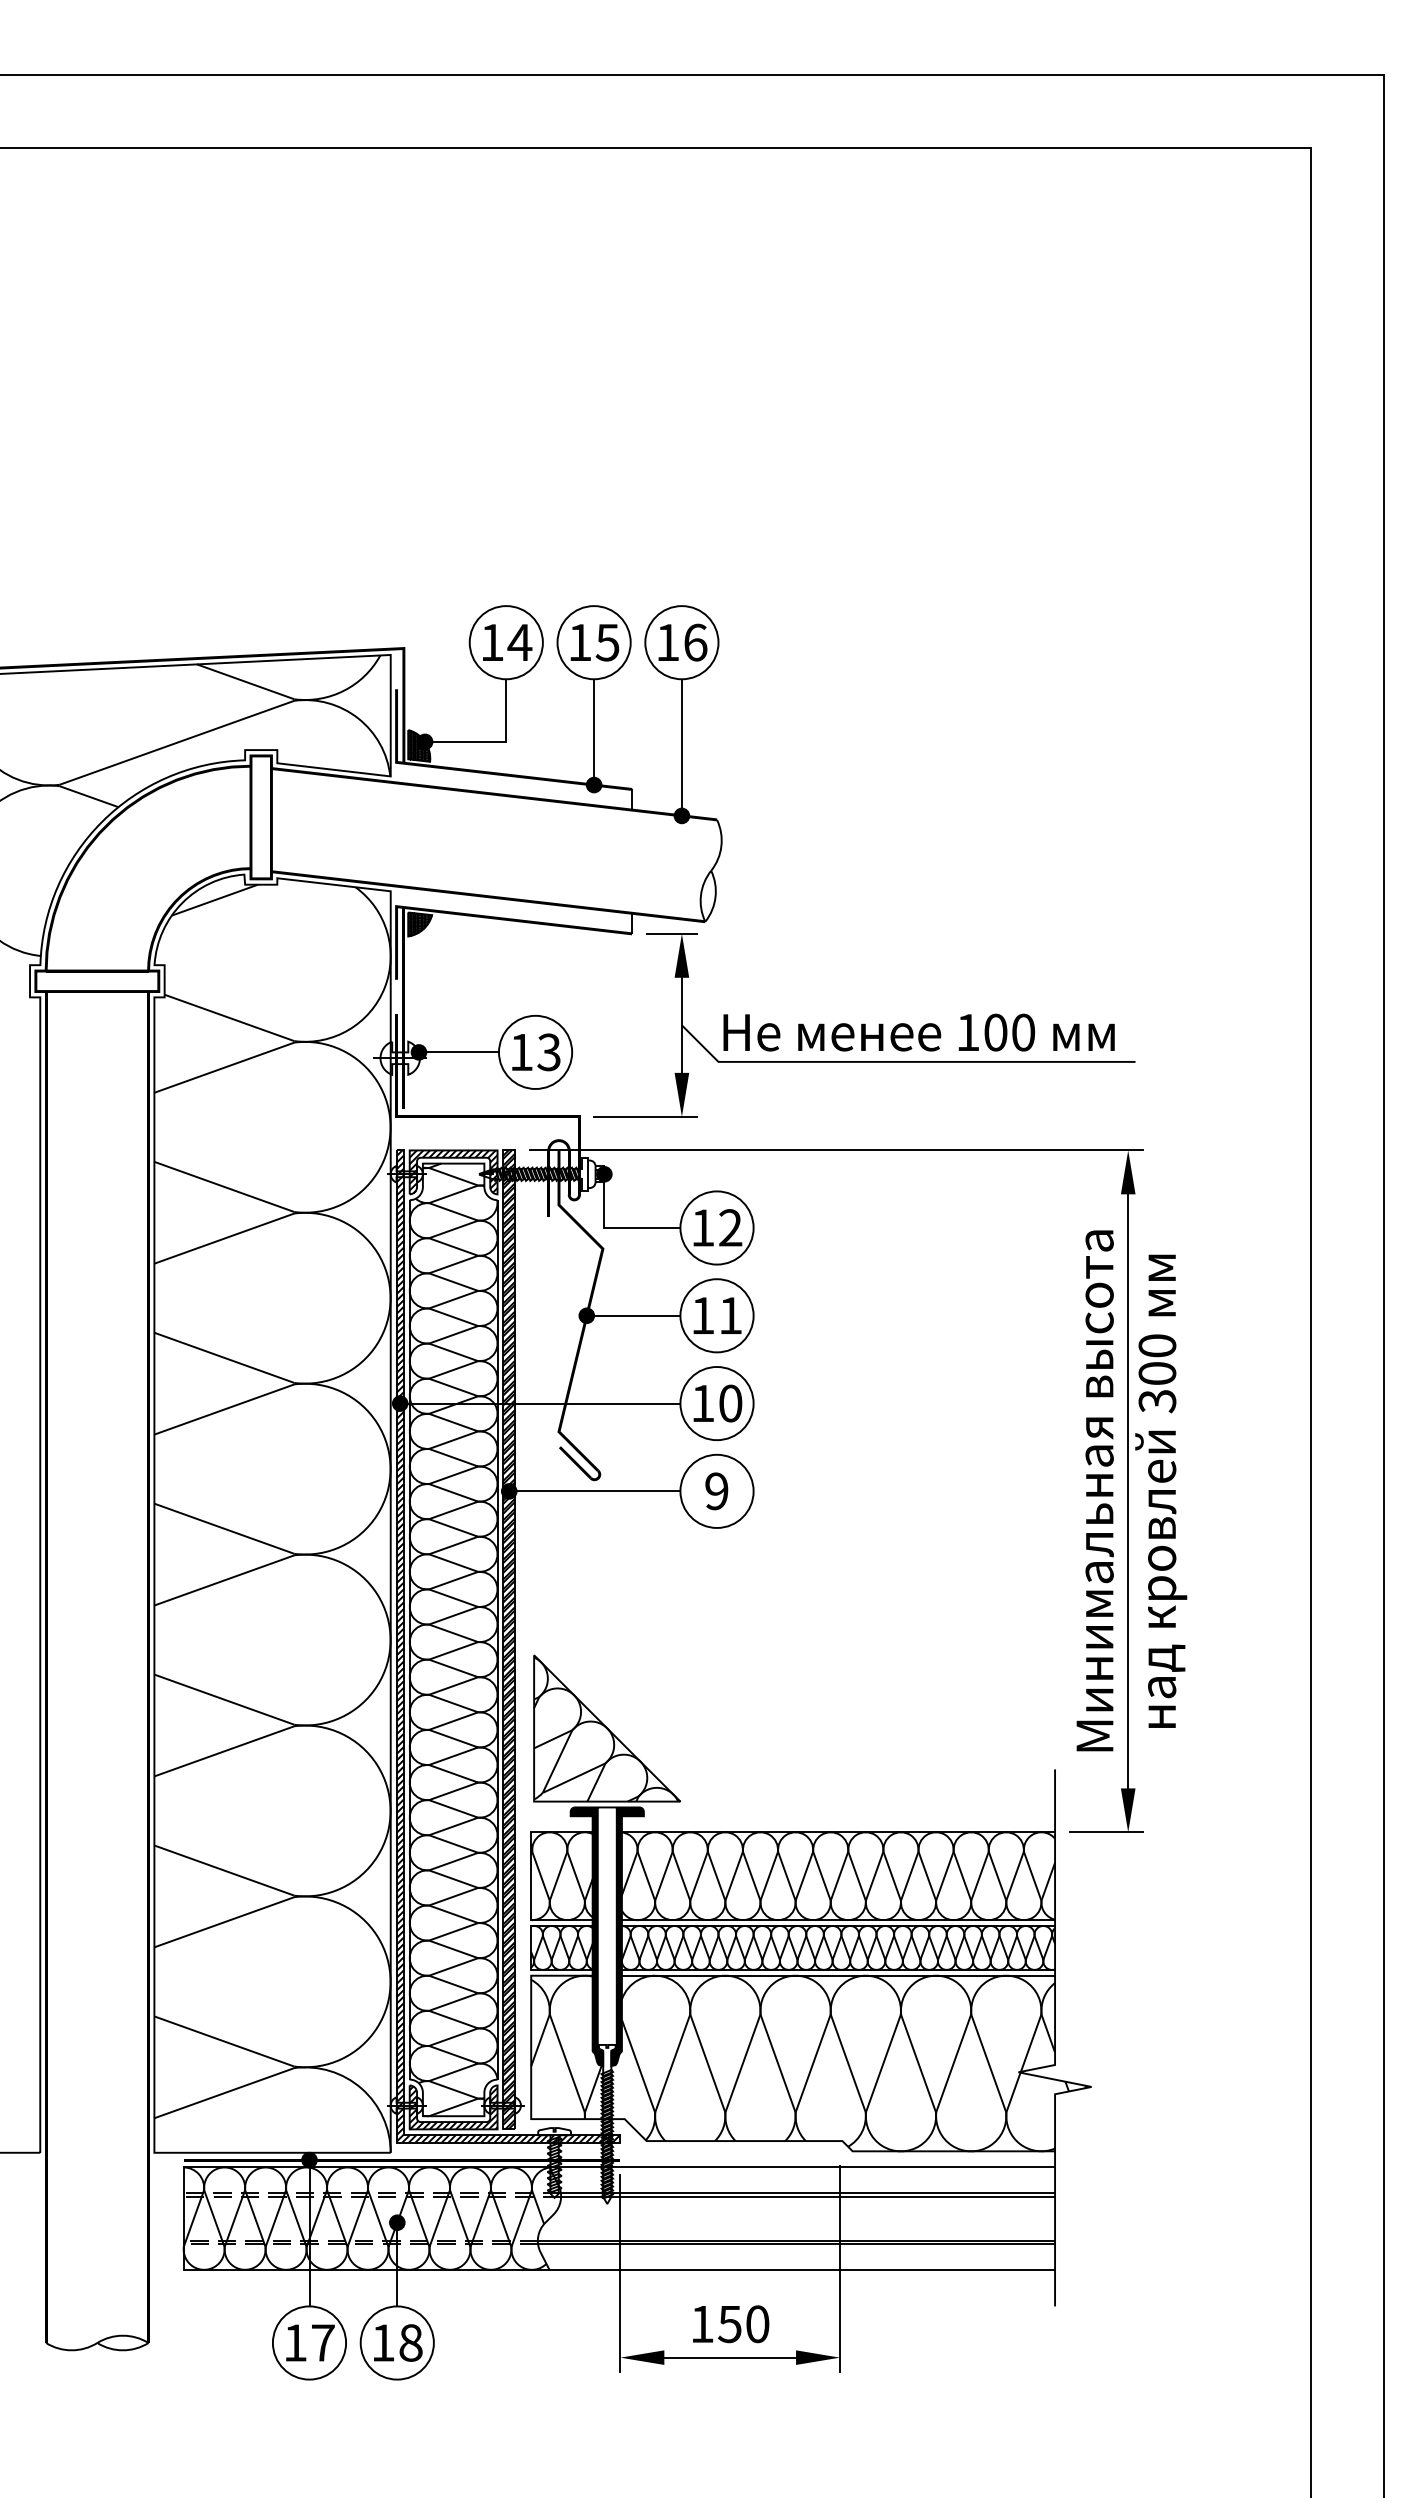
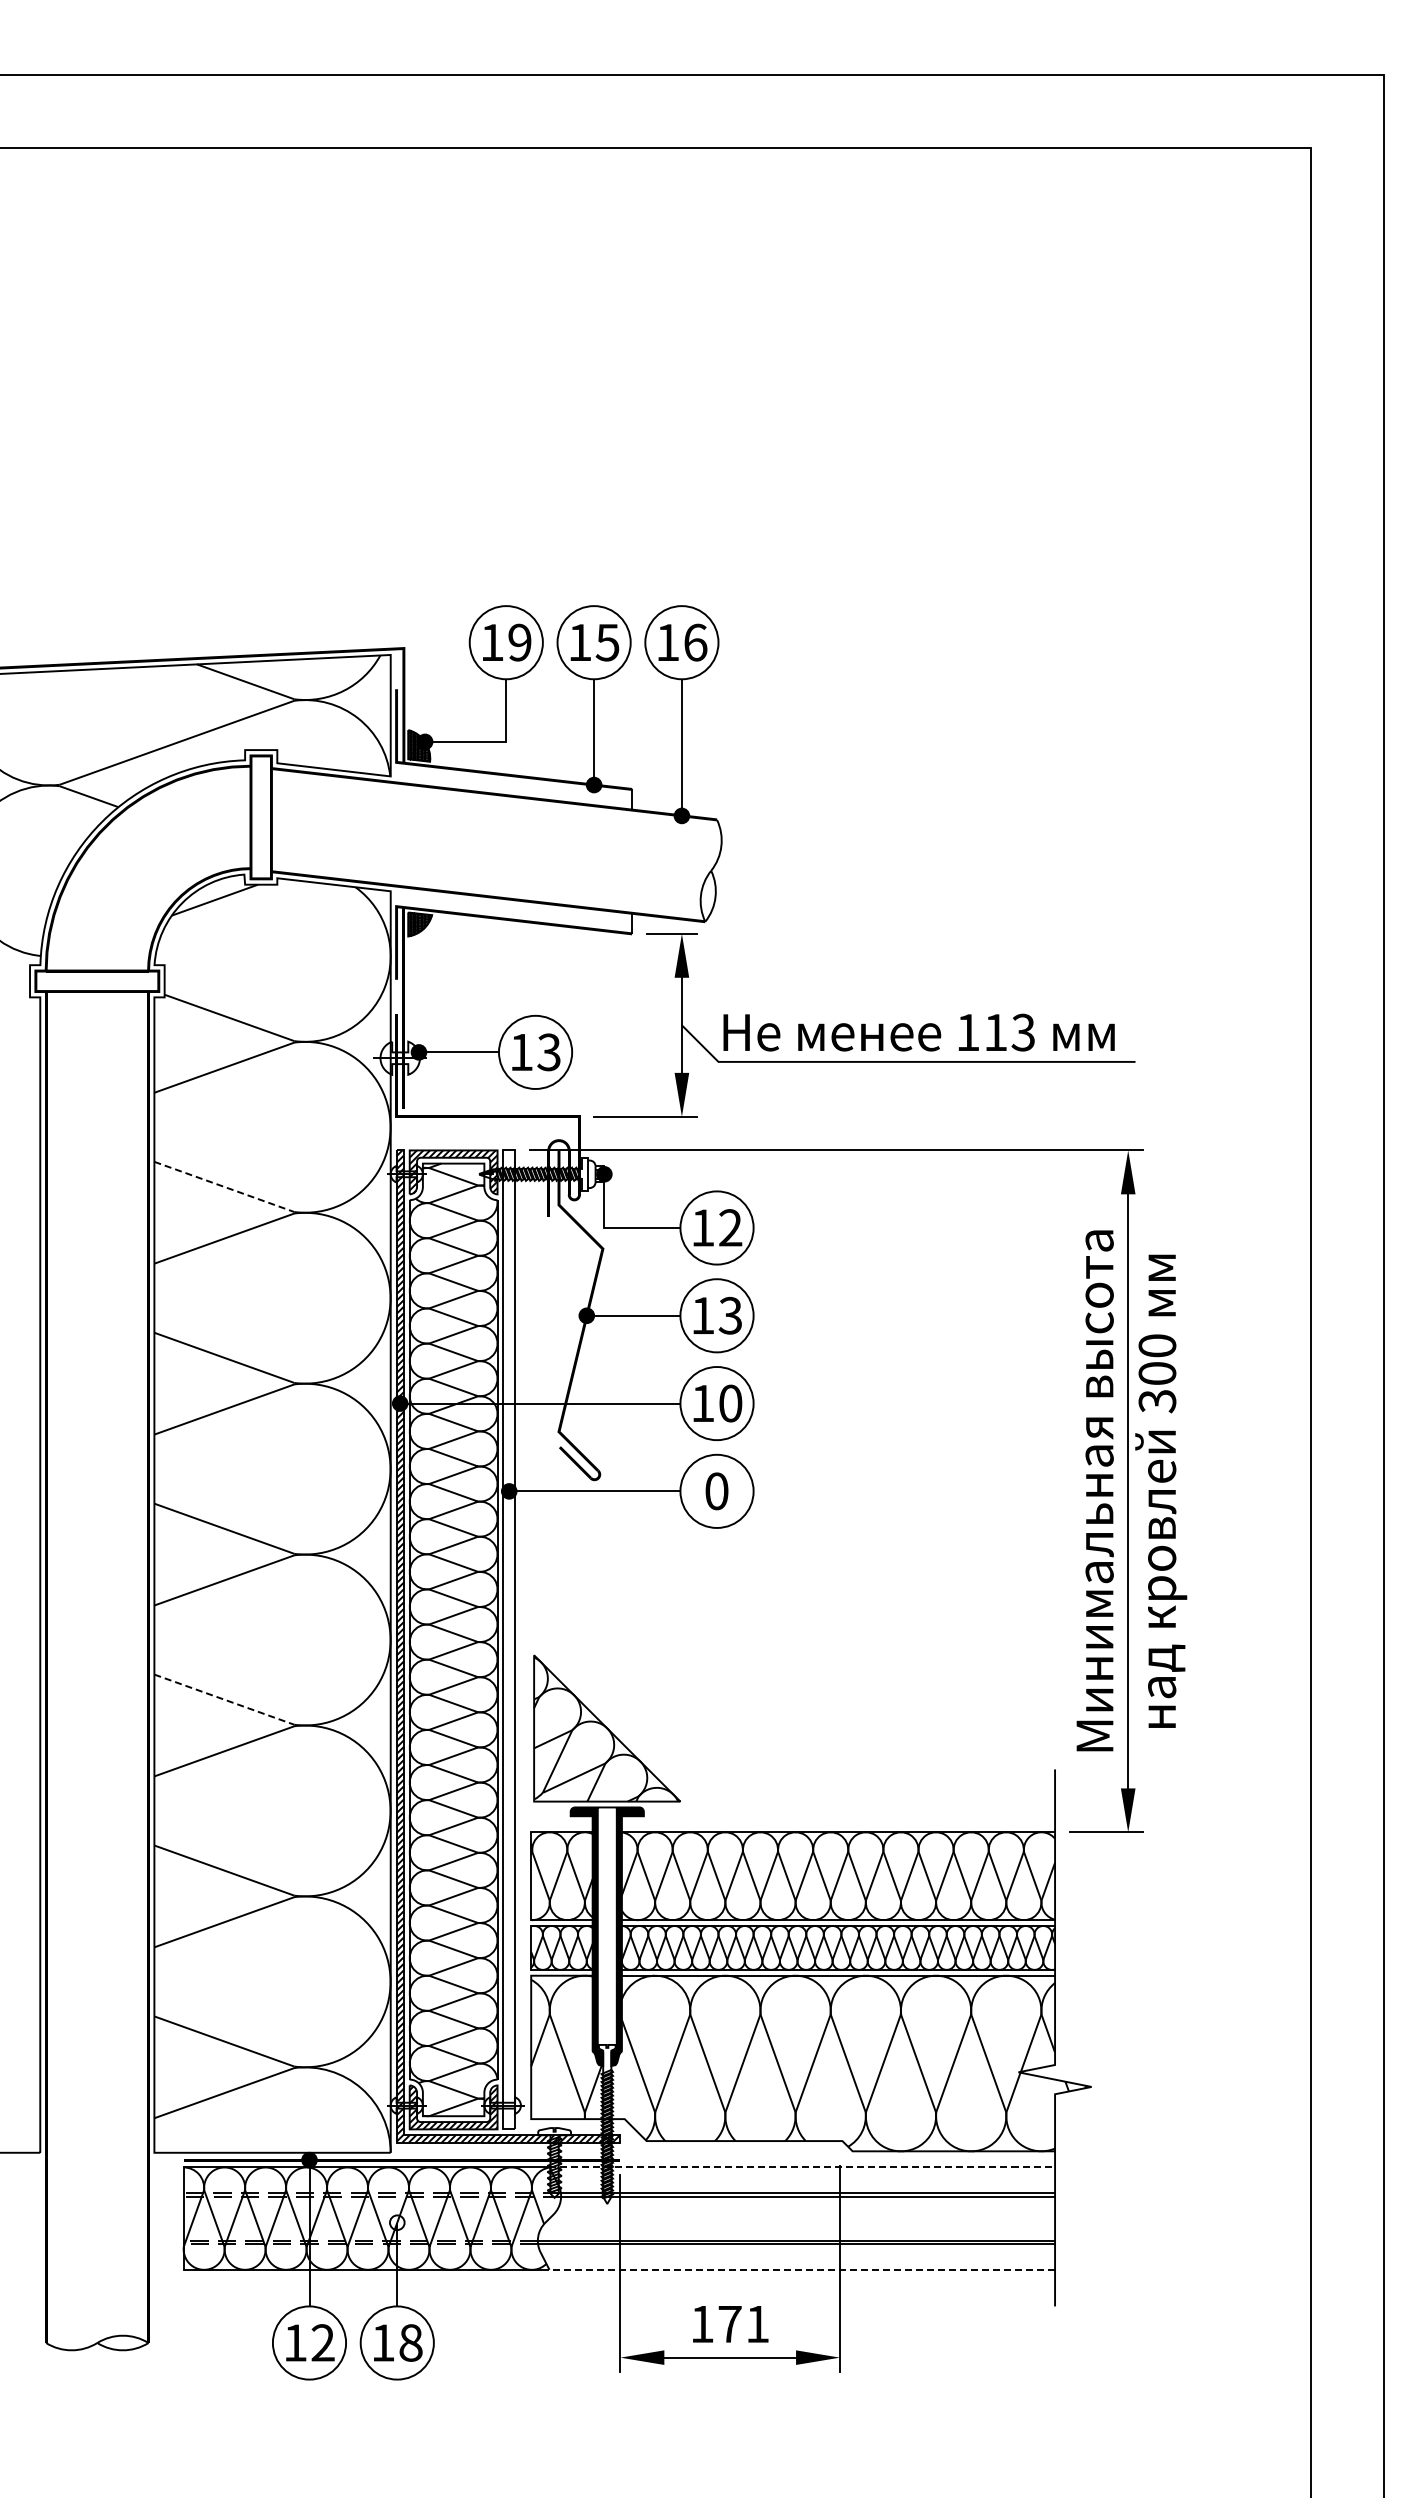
text at (519, 642): 14 -> 19
text at (1009, 1032): 100 -> 113
line at (224, 1187): solid -> dashed
text at (729, 1315): 11 -> 13
text at (716, 1491): 9 -> 0
hatch at (509, 1639): present -> none
line at (224, 1699): solid -> dashed
line at (802, 2167): solid -> dashed
fill at (396, 2222): present -> none
line at (802, 2269): solid -> dashed
text at (743, 2324): 150 -> 171
text at (322, 2342): 17 -> 12
